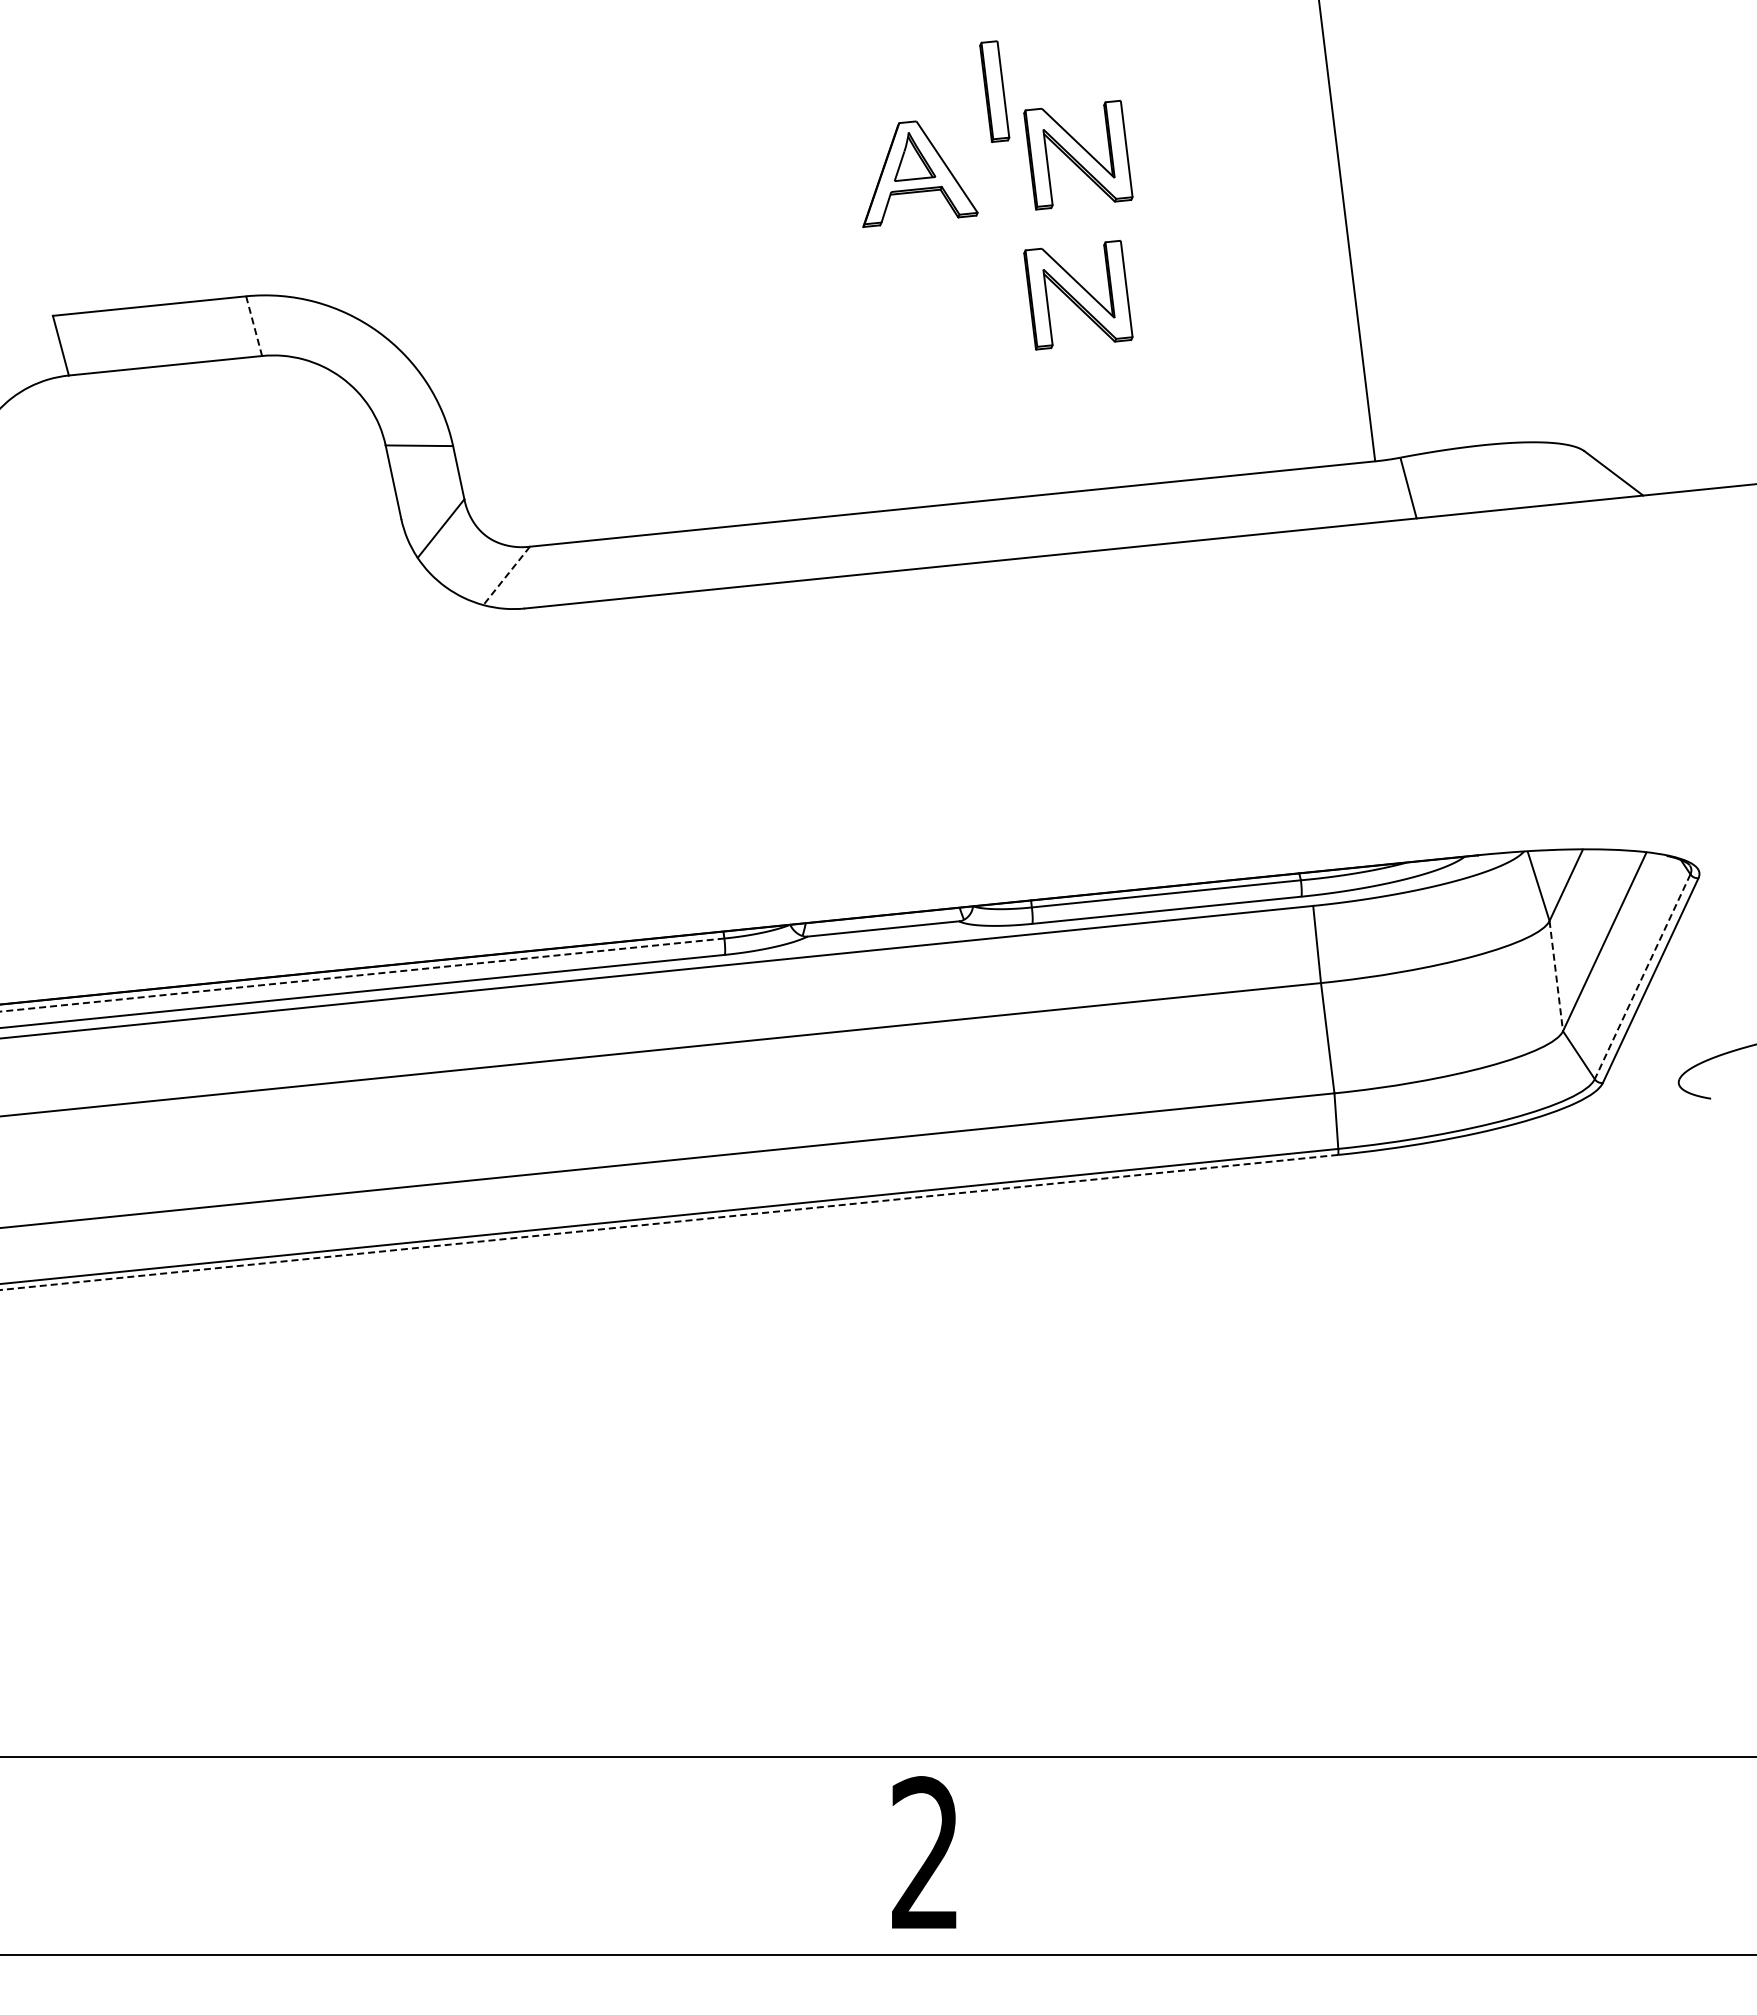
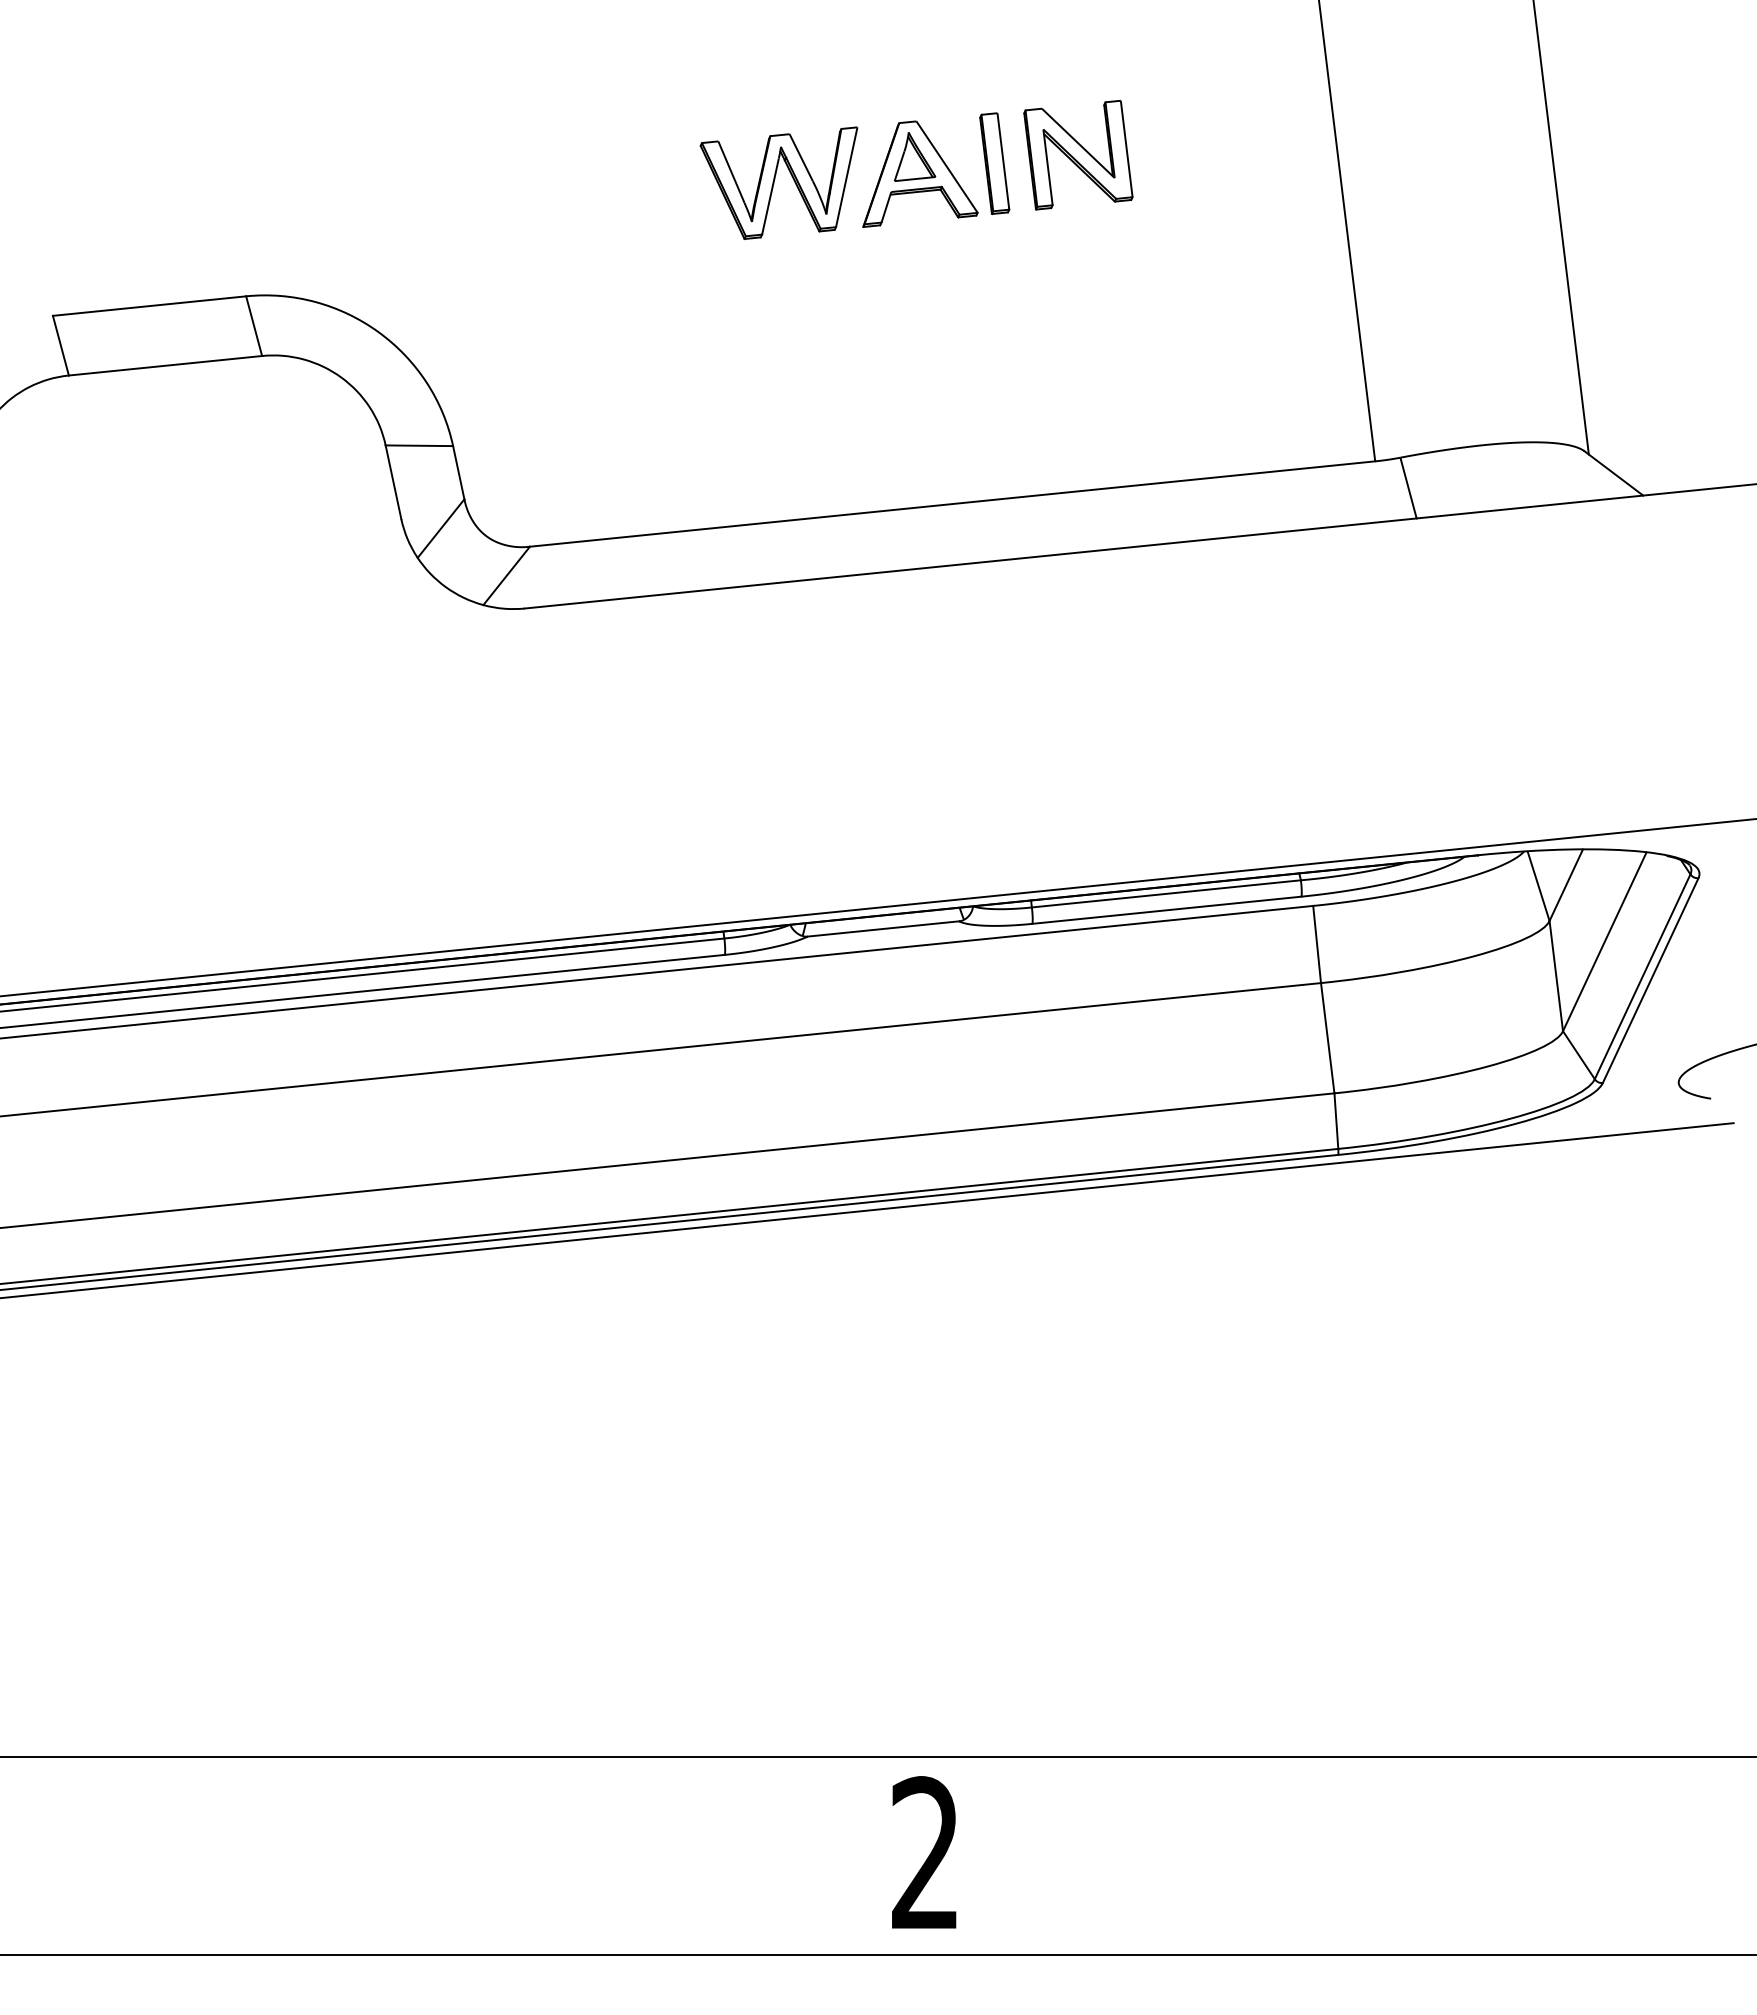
part at (994, 91) position: (994, 91) -> (994, 163)
part at (778, 182): none -> present
line at (1560, 228): none -> present
part at (1078, 294): present -> none
line at (254, 326): dashed -> solid
line at (506, 576): dashed -> solid
line at (877, 907): none -> present
line at (362, 975): dashed -> solid
line at (1556, 976): dashed -> solid
line at (1642, 977): dashed -> solid
line at (867, 1210): none -> present
line at (668, 1222): dashed -> solid
